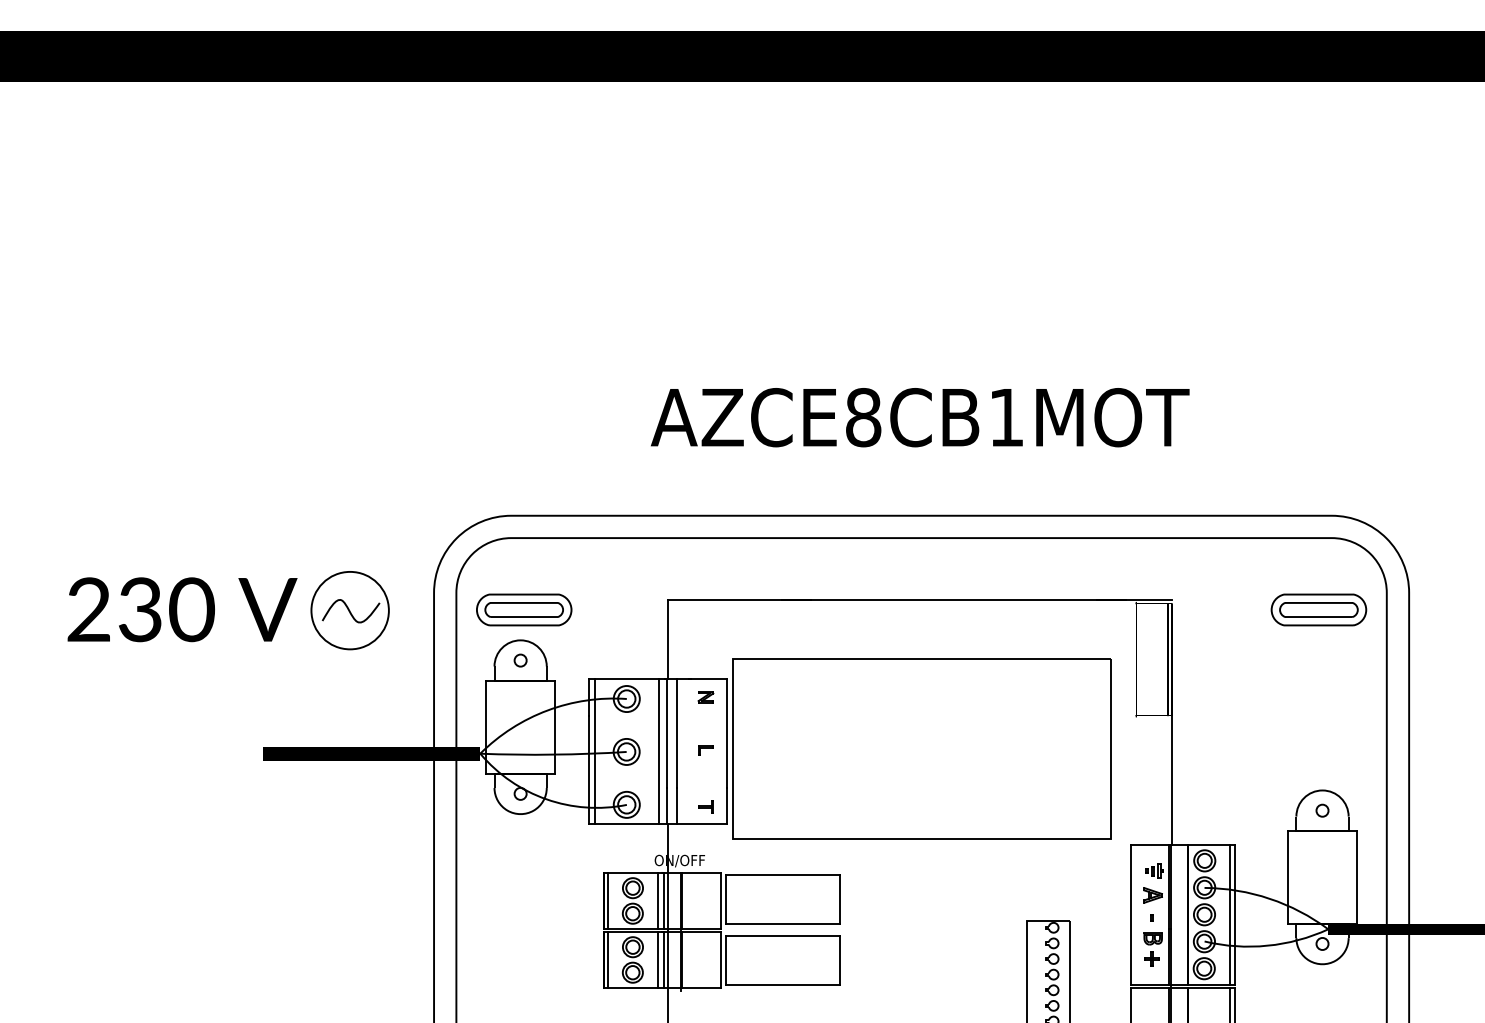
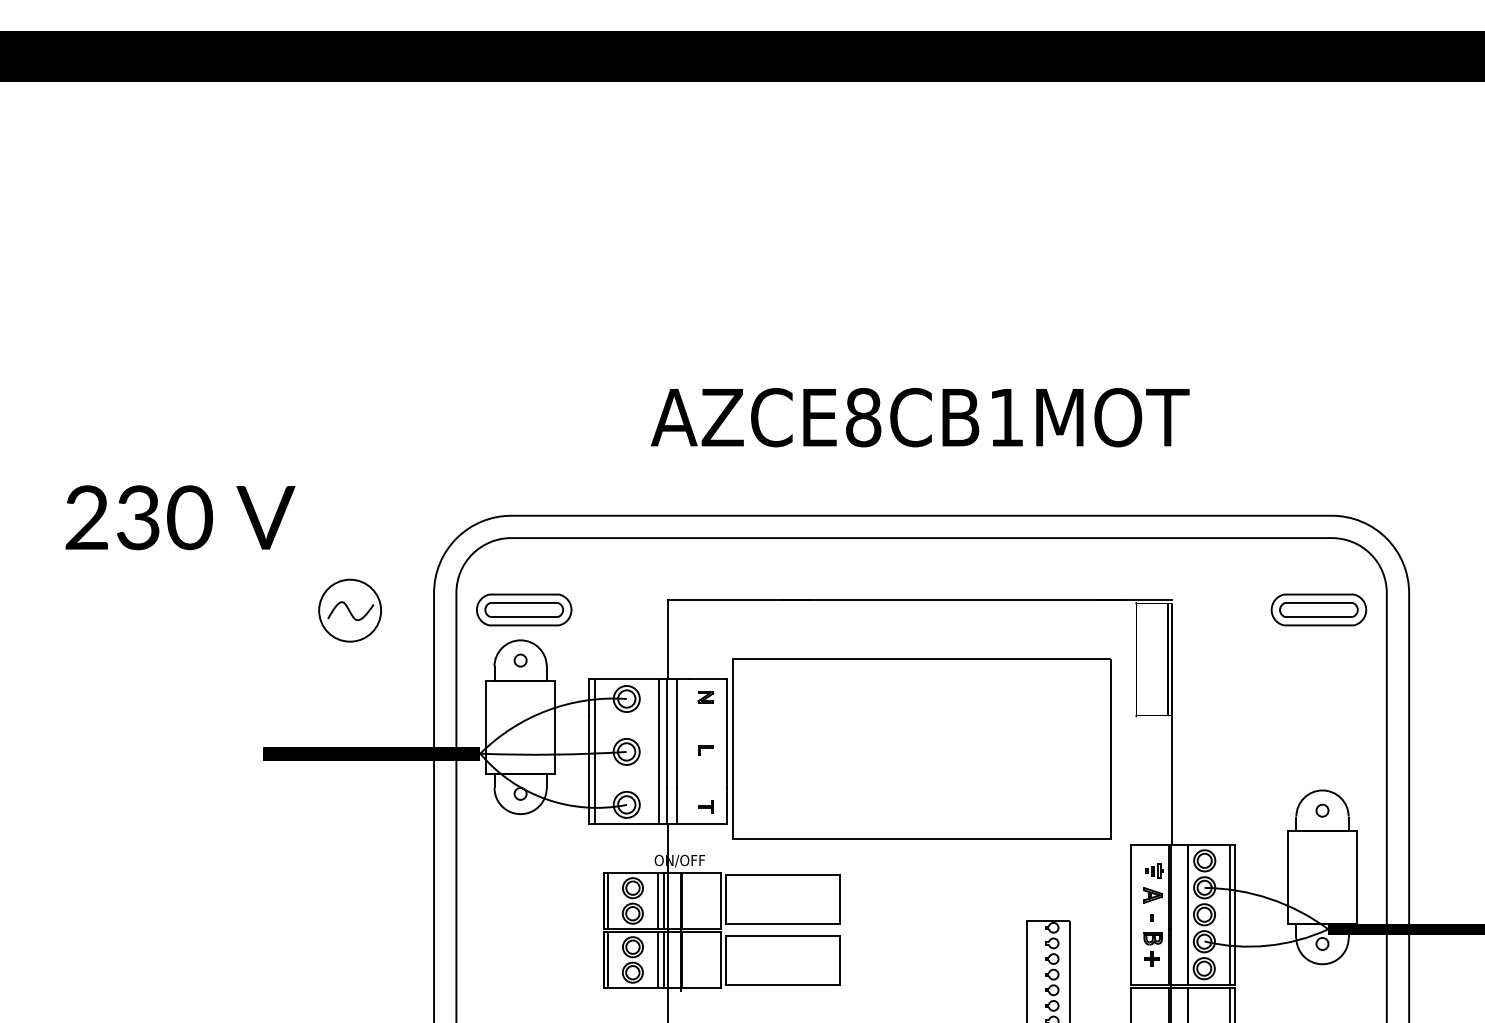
text at (182, 609) position: (182, 609) -> (180, 517)
part at (349, 610) size: 80x80 px -> 64x65 px
